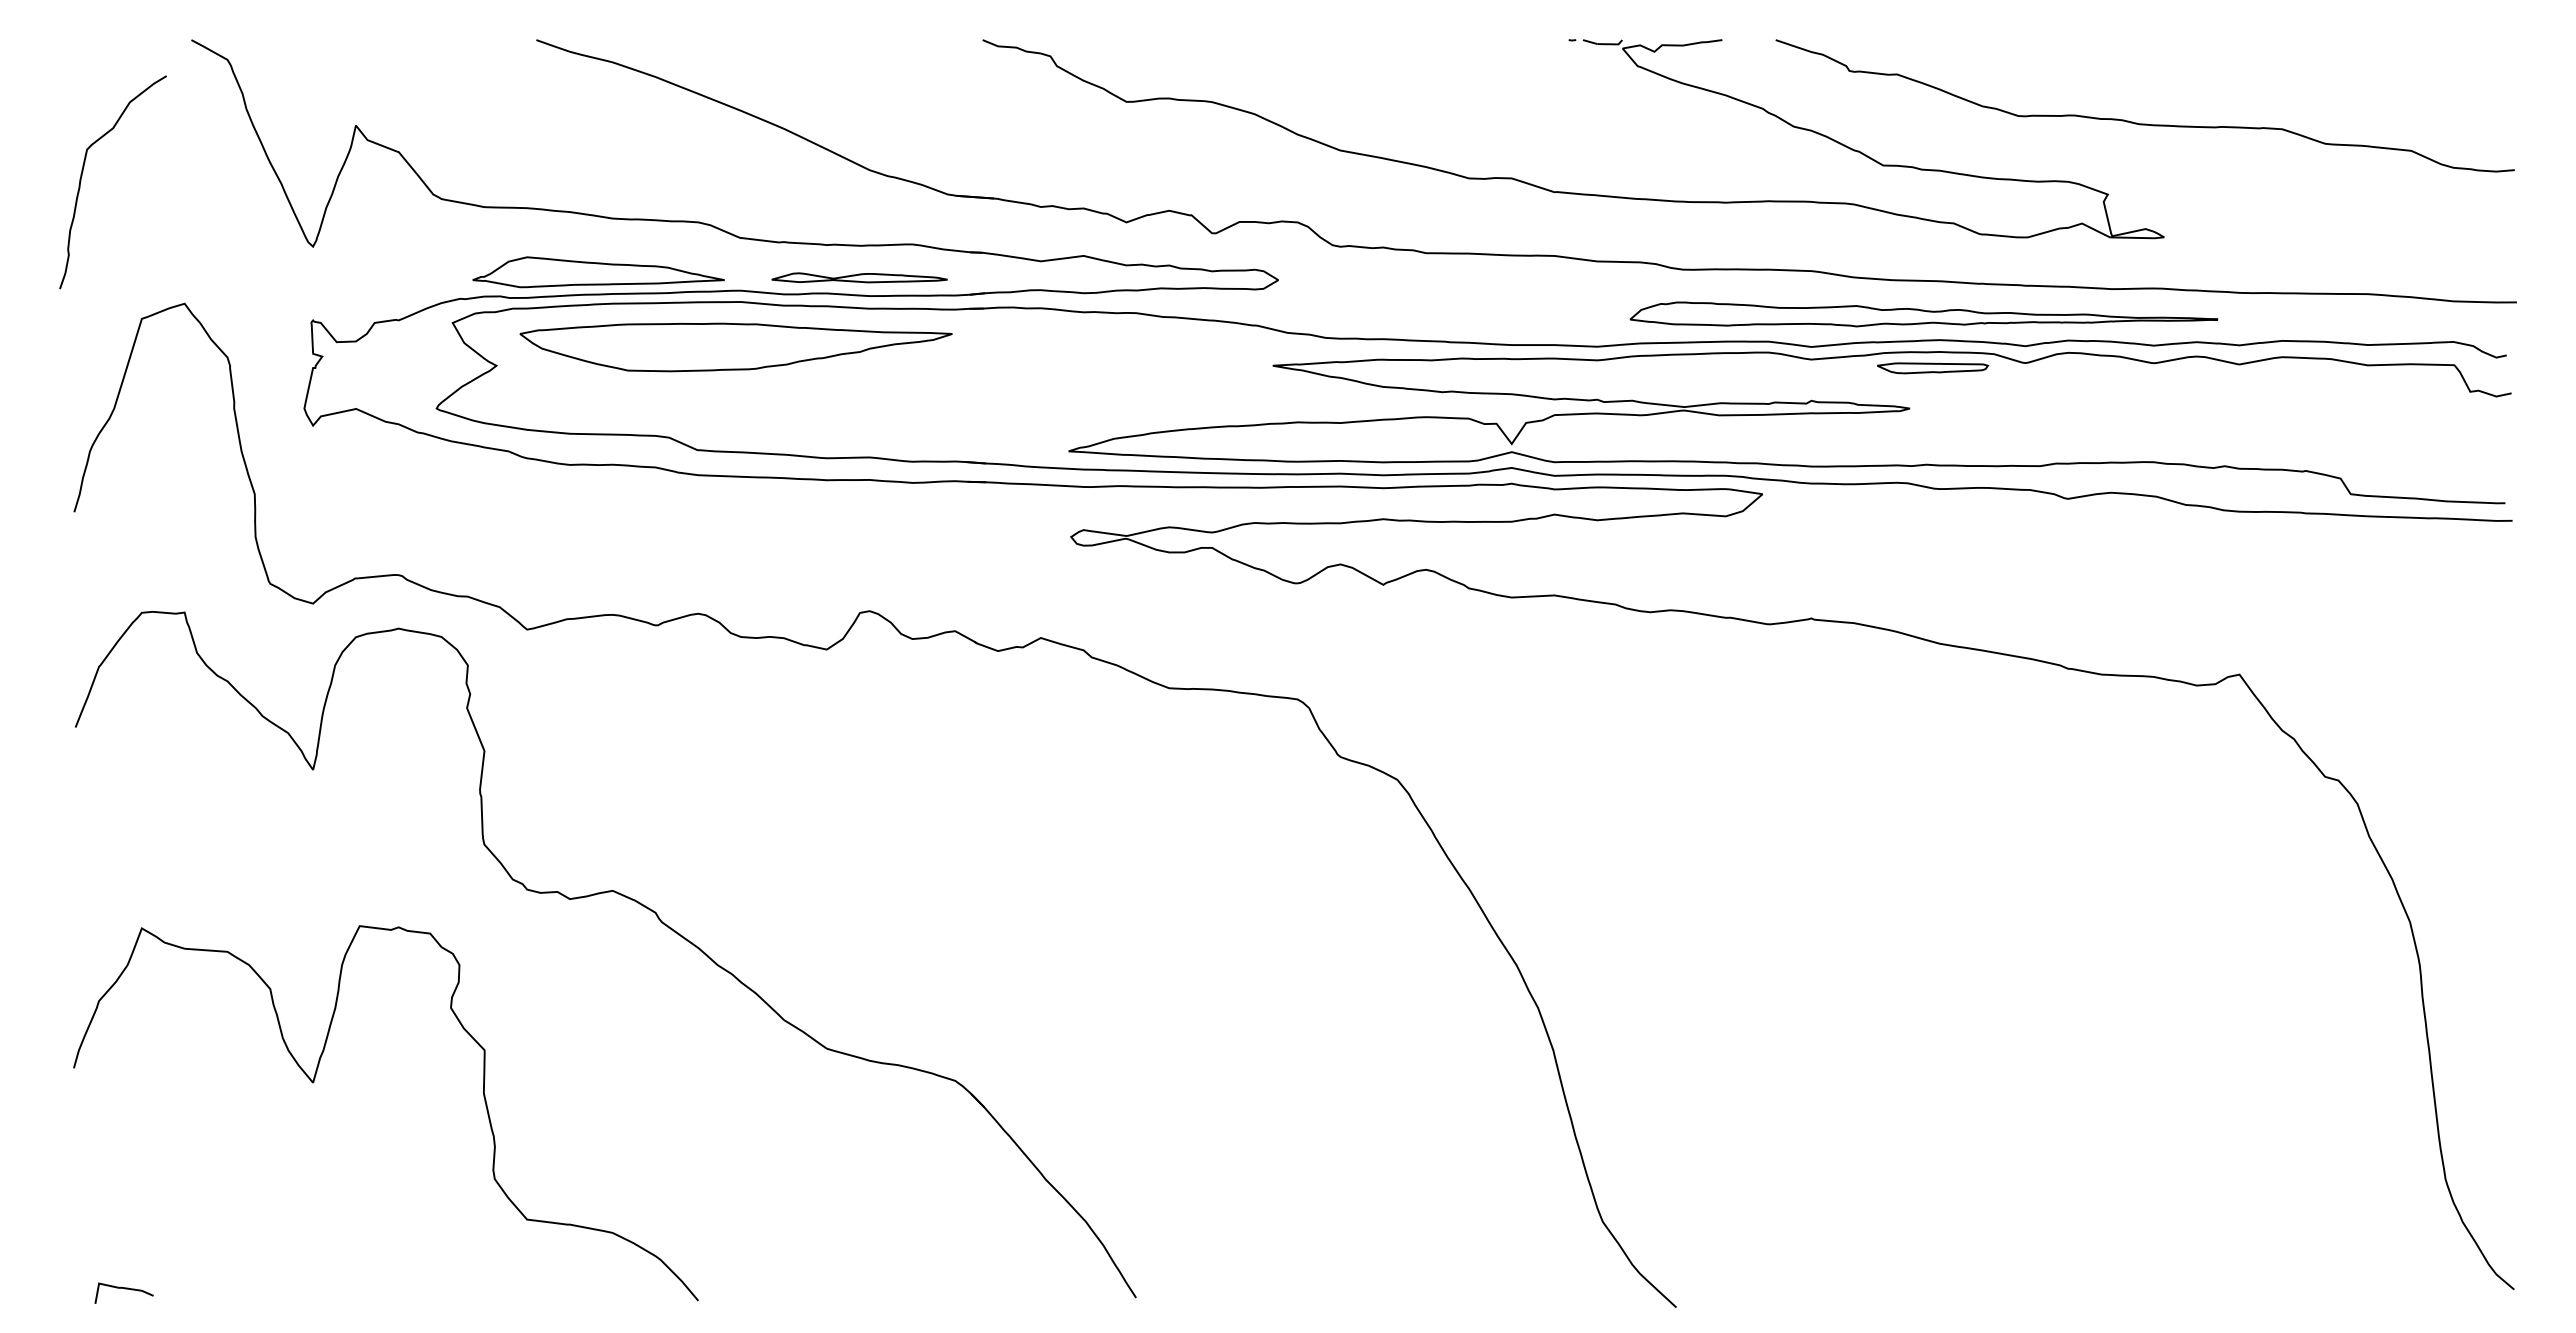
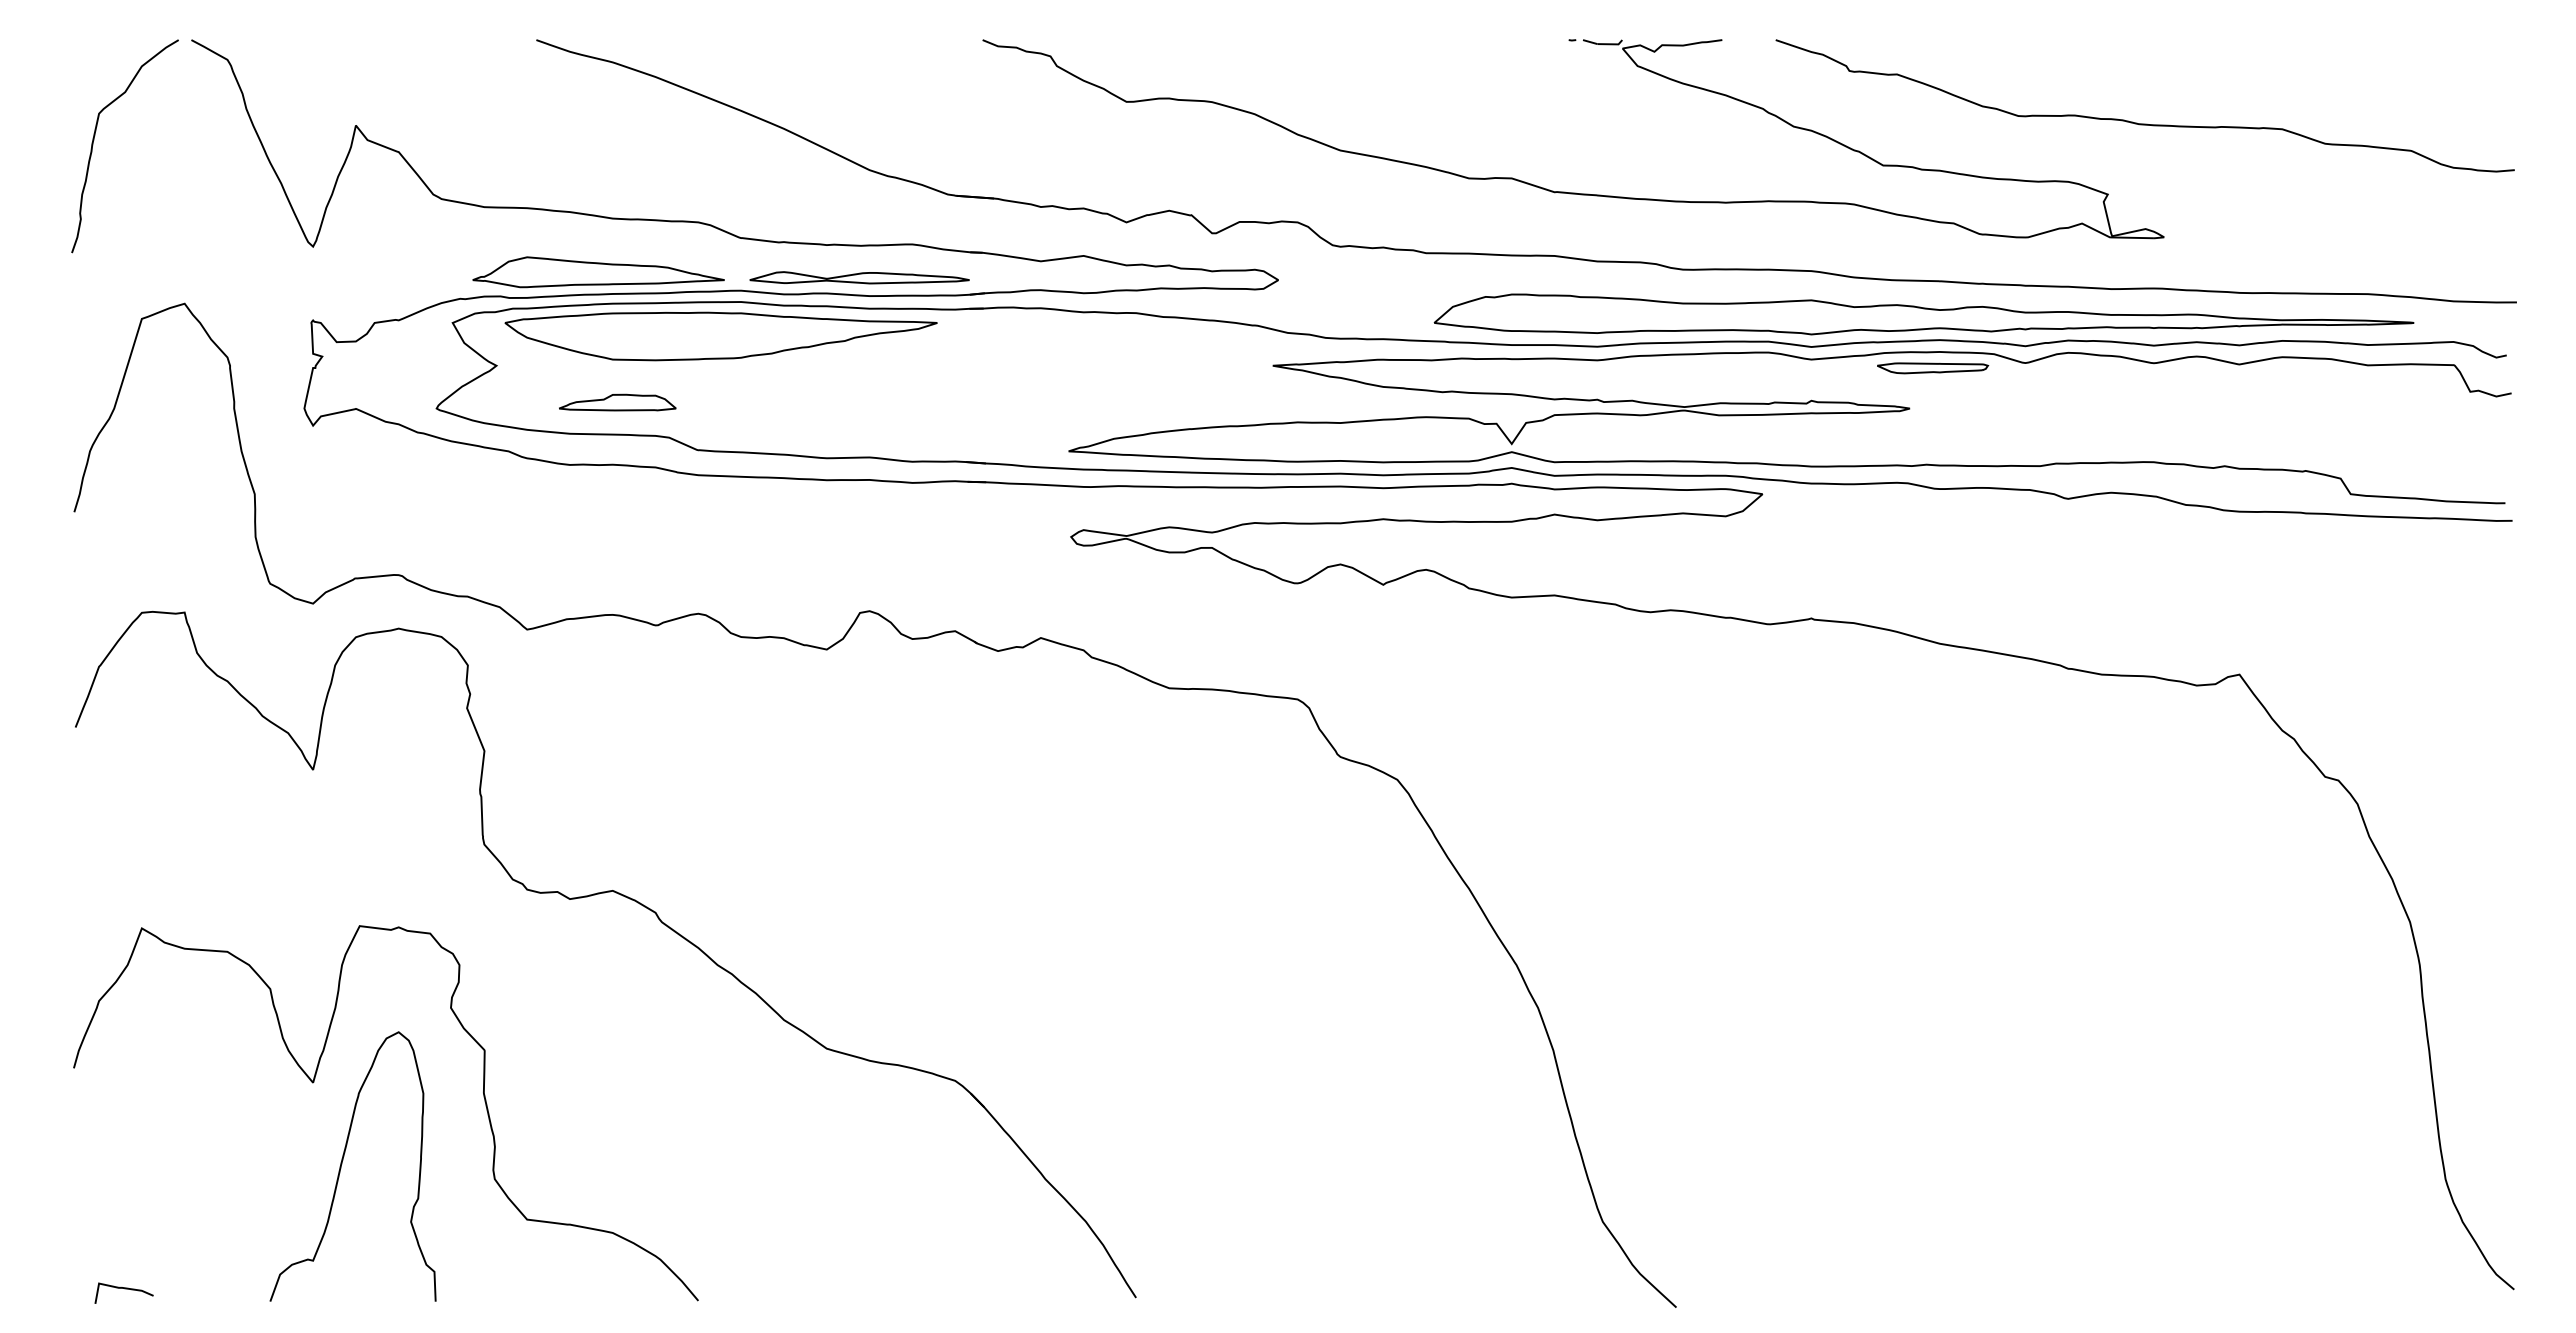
curve at (82, 176) position: (82, 176) -> (94, 140)
part at (859, 277) size: 177x12 px -> 221x14 px
part at (1923, 314) size: 590x27 px -> 982x43 px
part at (735, 347) position: (735, 347) -> (720, 336)
part at (617, 402): none -> present
curve at (342, 1164): none -> present
